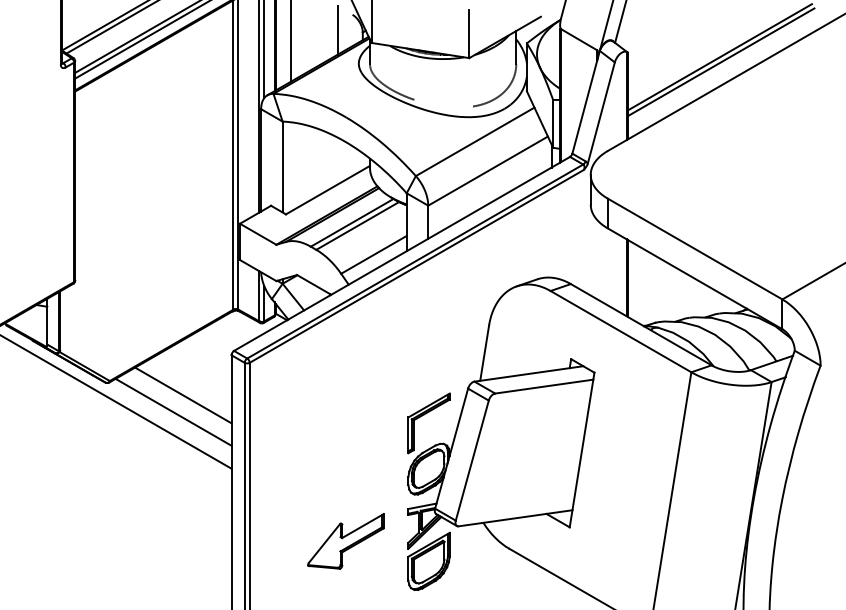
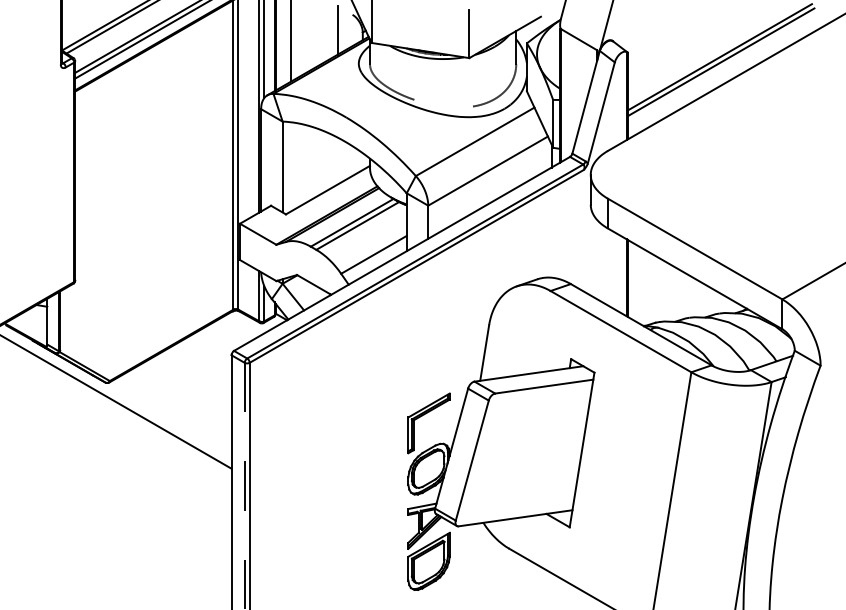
line at (620, 22): present -> none
line at (183, 395): present -> none
line at (173, 411): present -> none
line at (244, 486): solid -> dashed
part at (345, 541): present -> none
